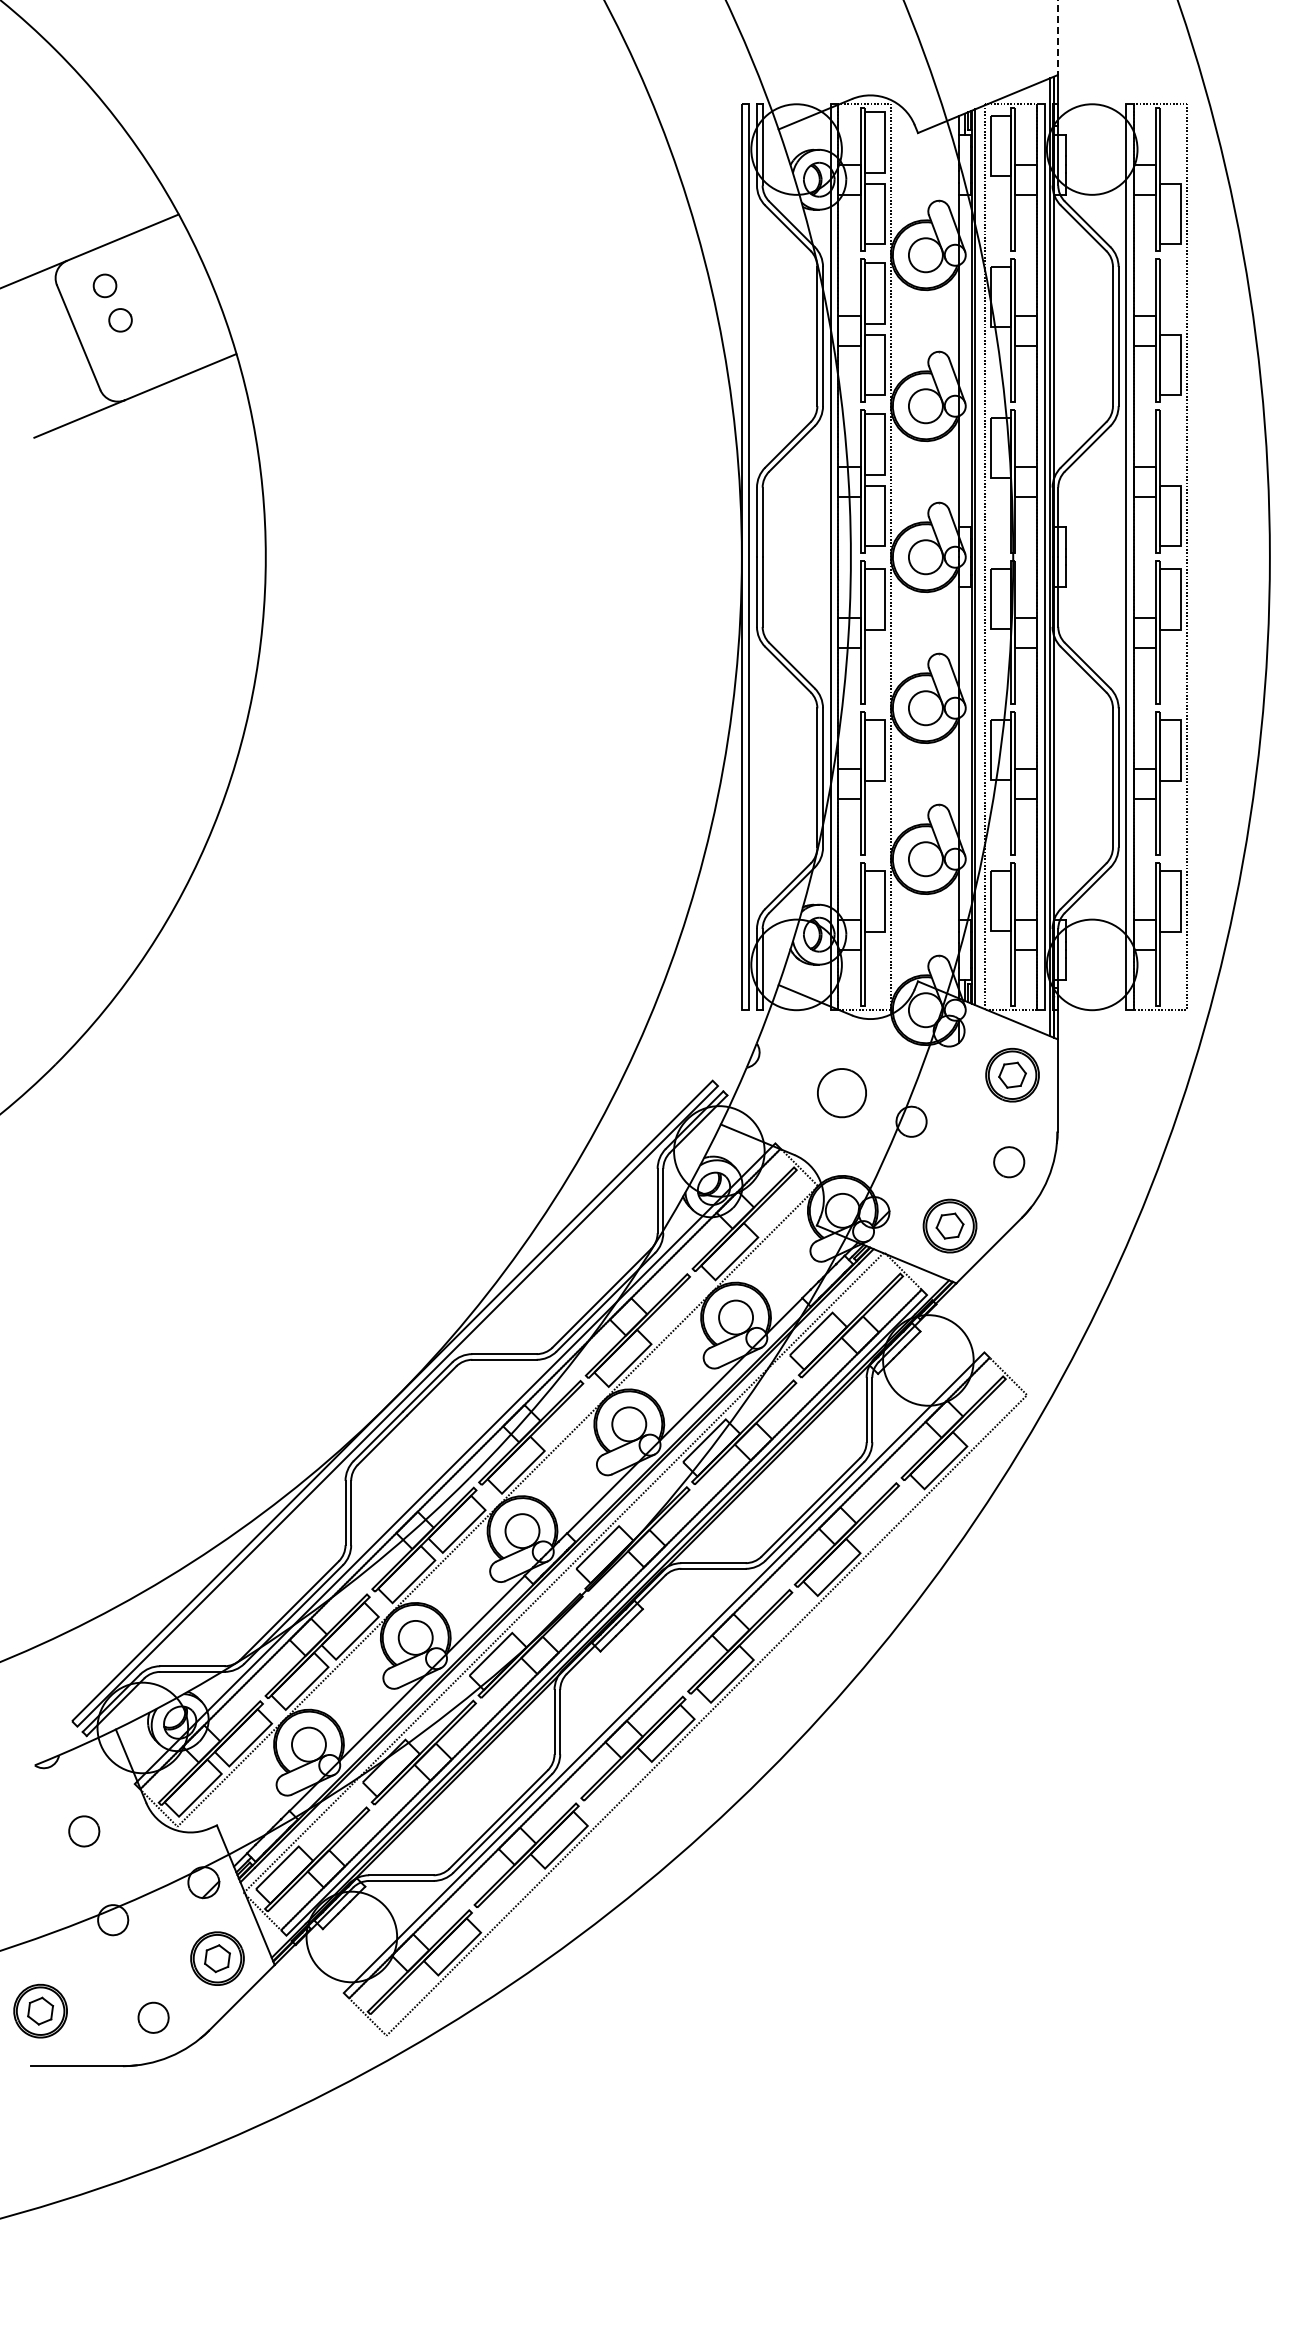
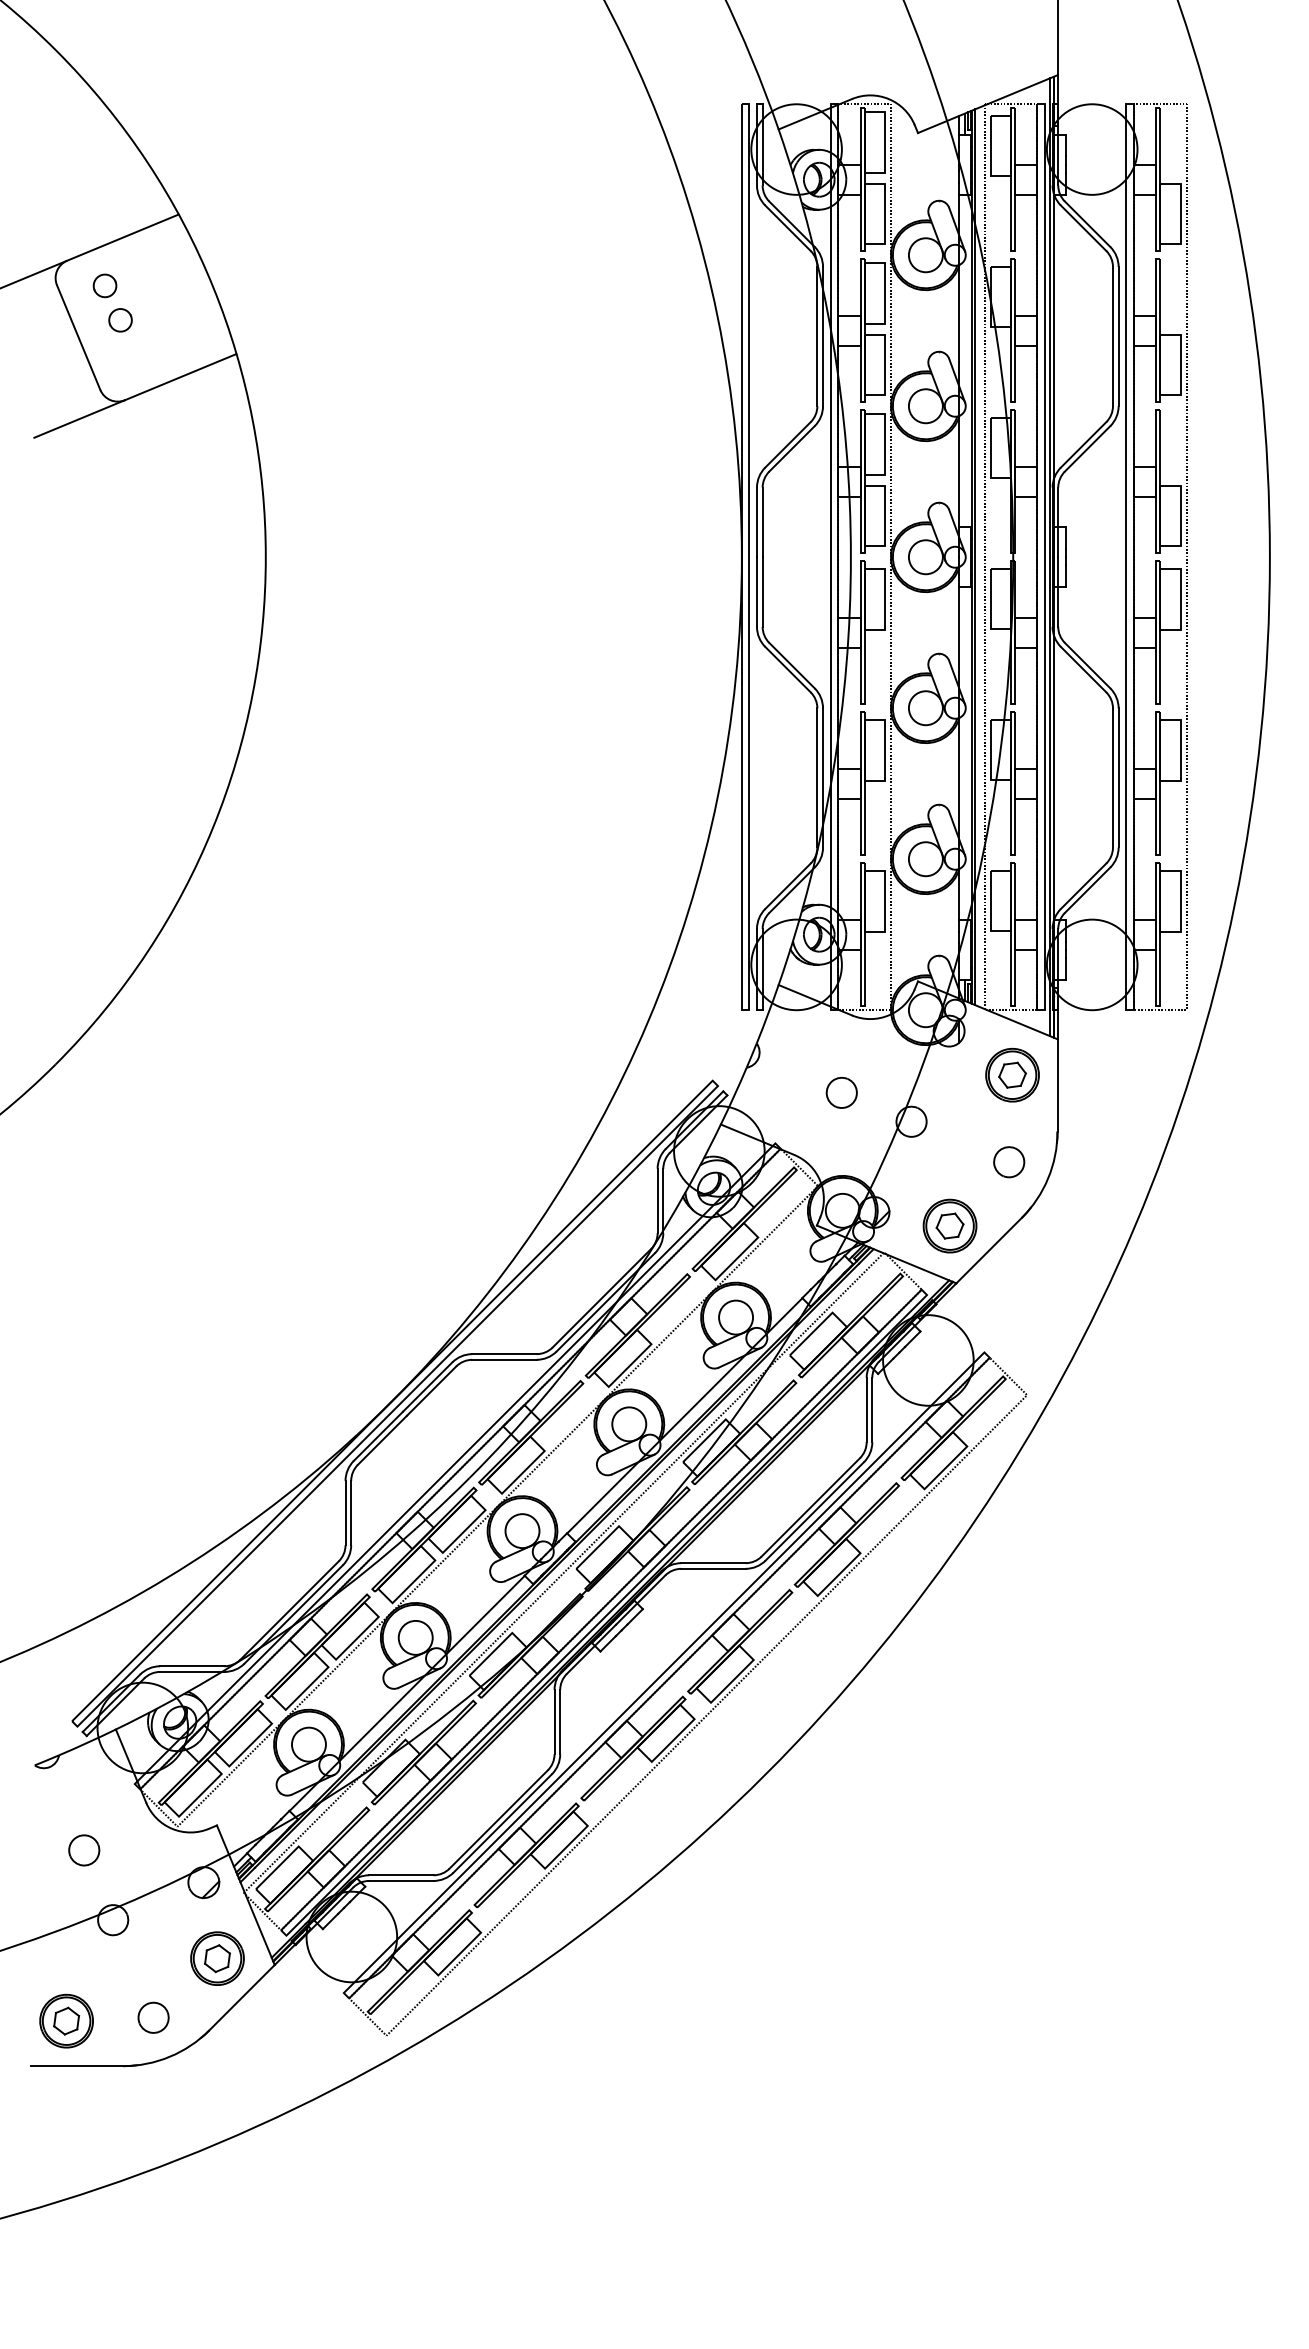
line at (1057, 38): dashed -> solid
part at (841, 1093) size: 50x51 px -> 33x33 px
part at (84, 1831) position: (84, 1831) -> (84, 1850)
part at (40, 2010) position: (40, 2010) -> (66, 2020)
